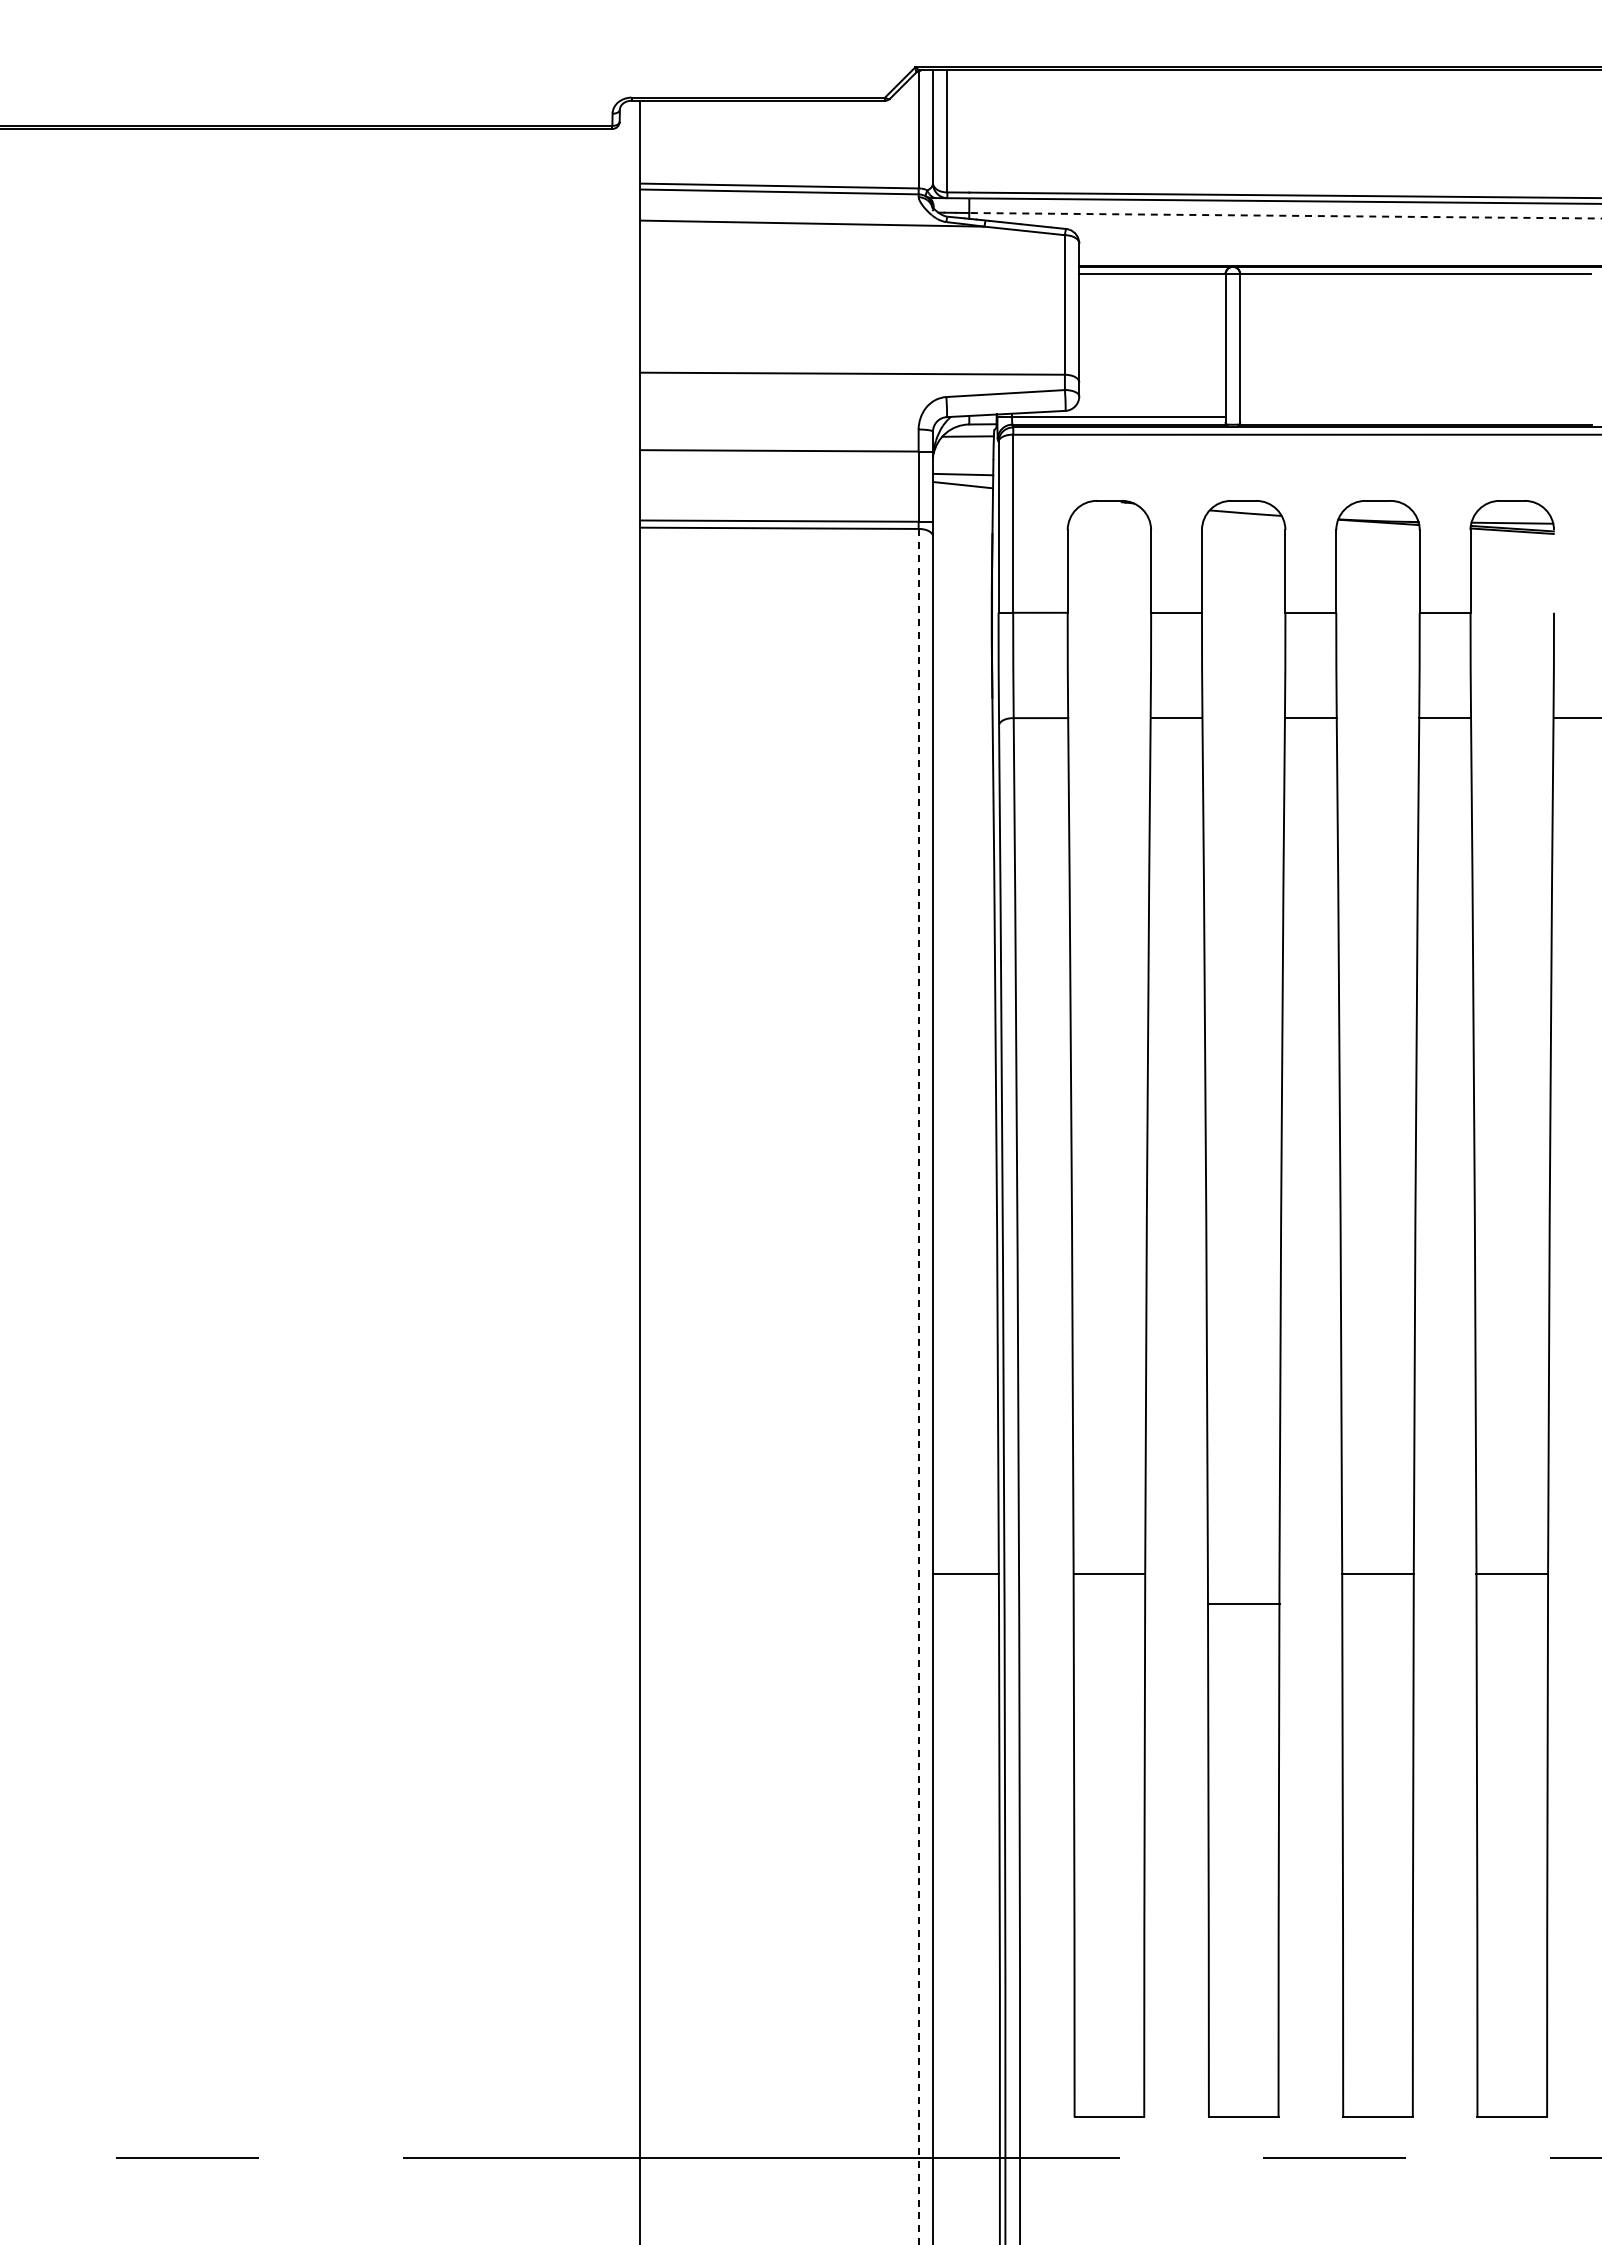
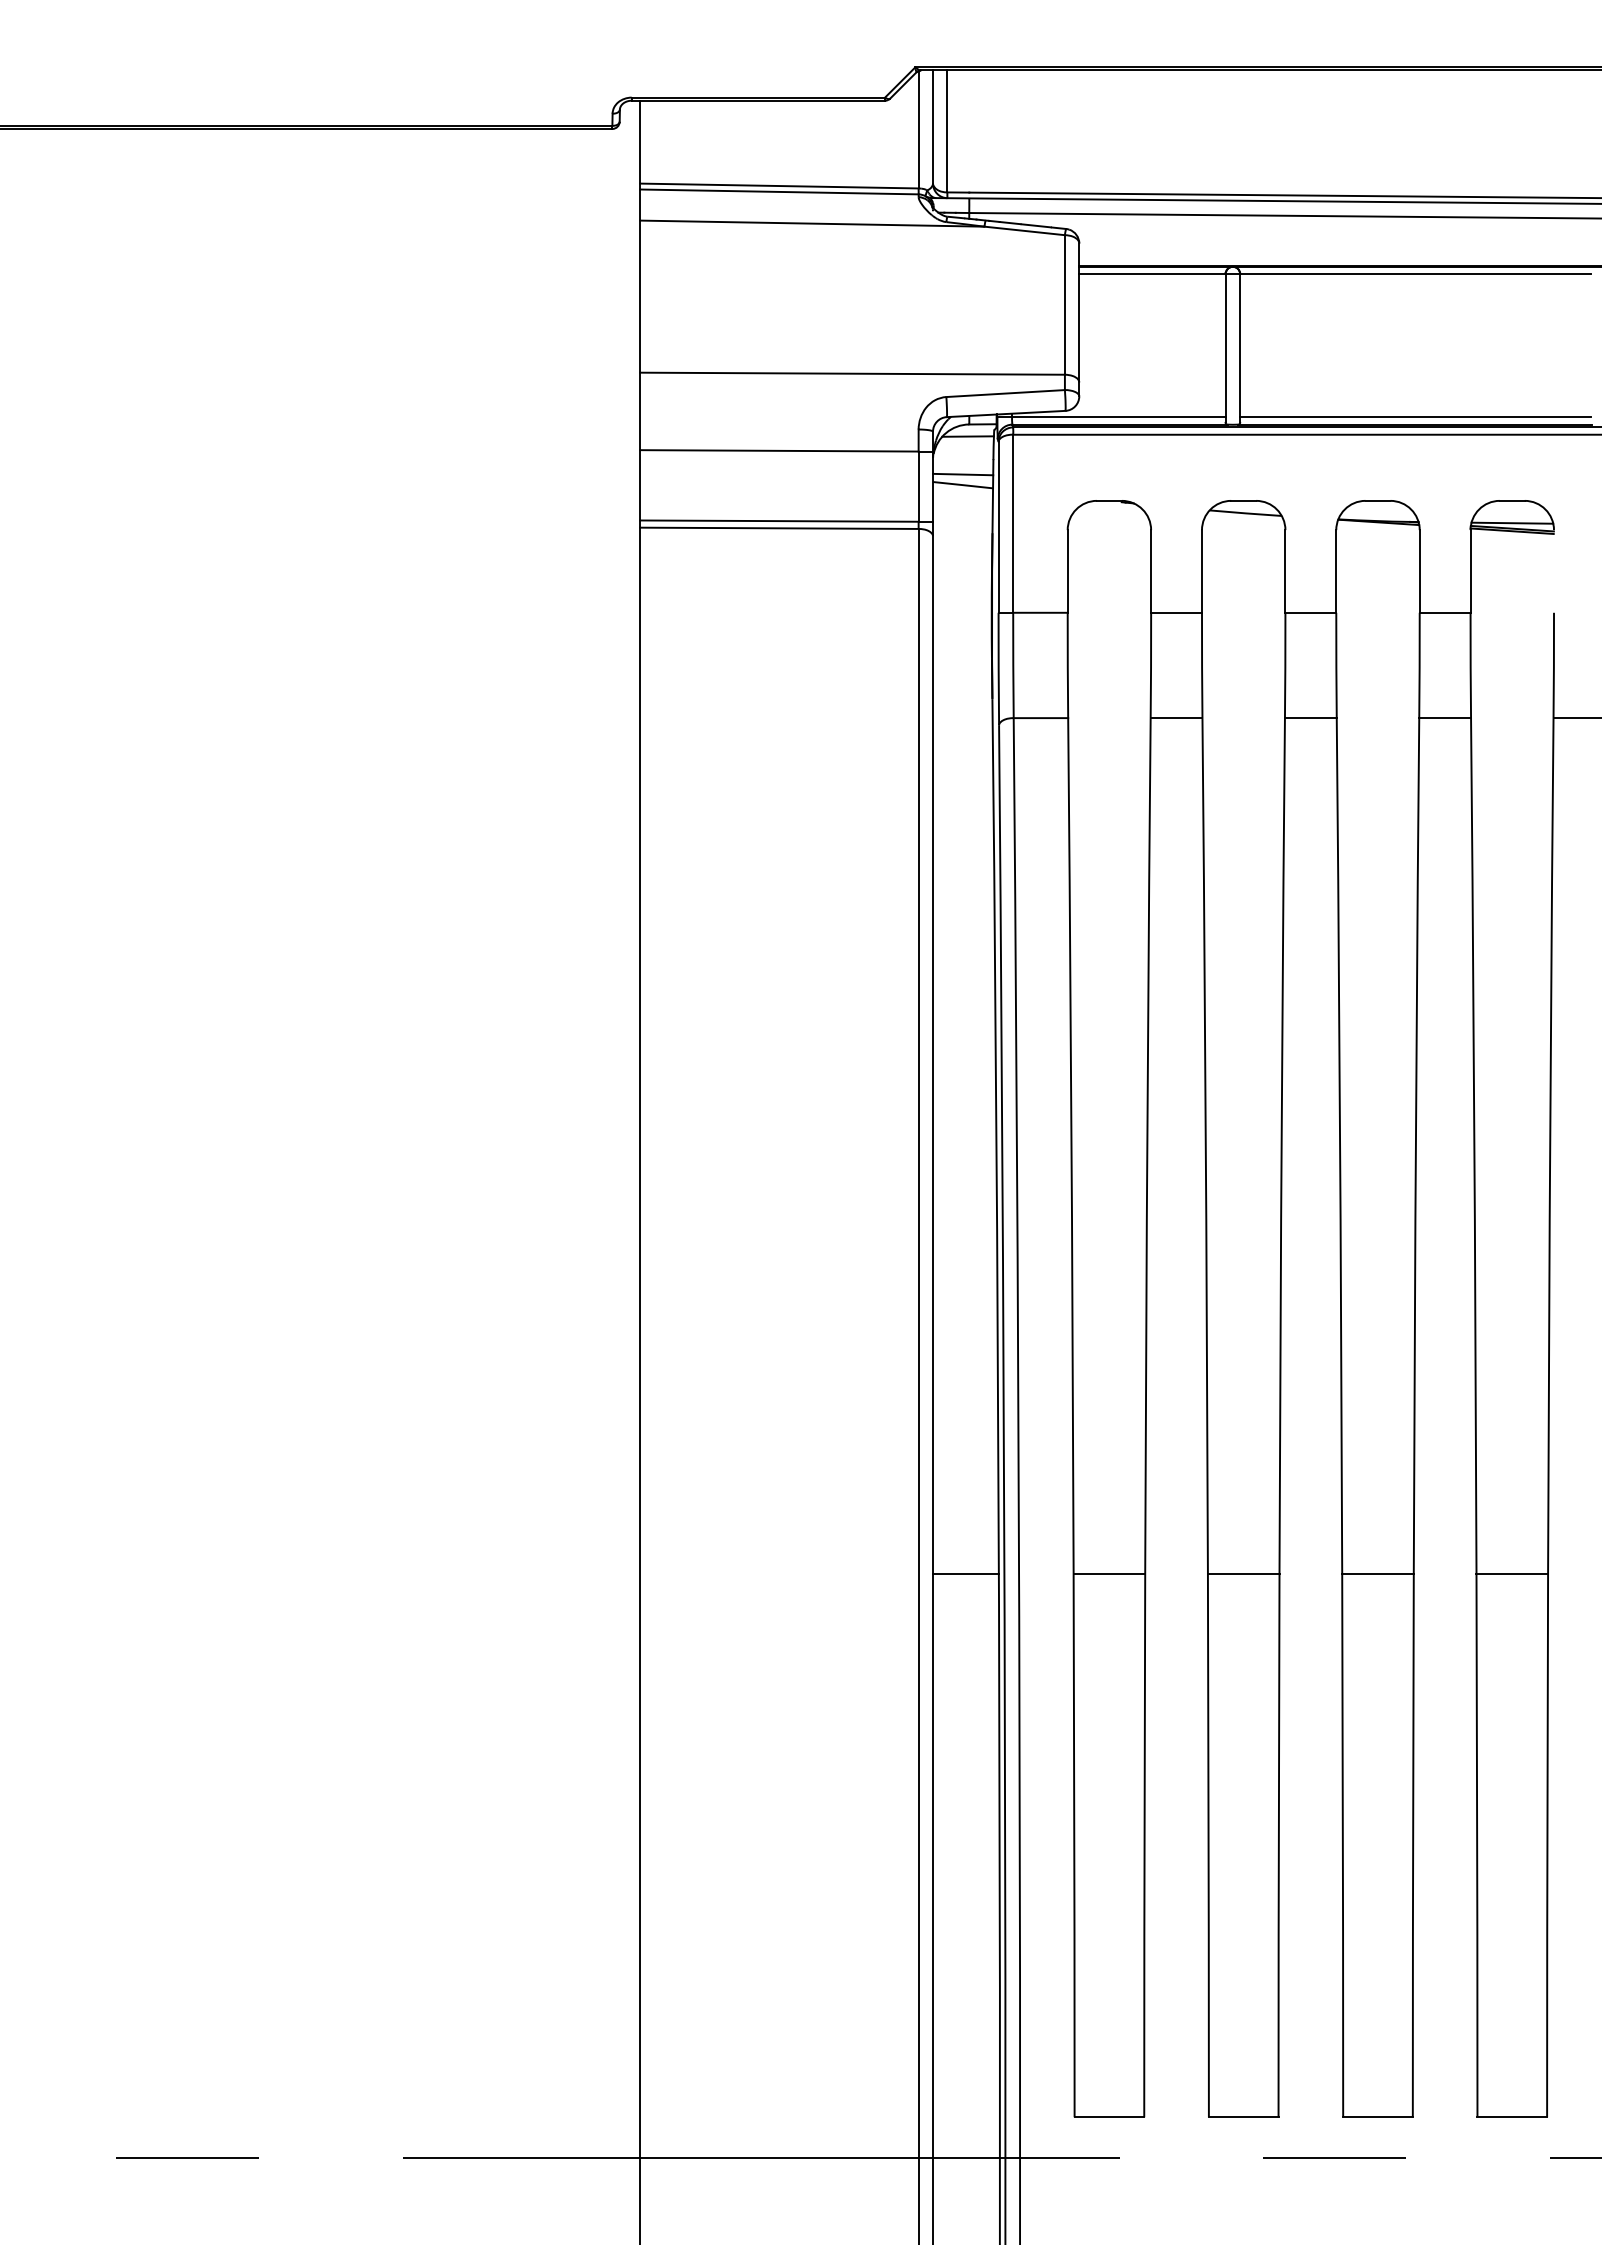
line at (1285, 215): dashed -> solid
line at (1415, 417): none -> present
line at (918, 1386): dashed -> solid
line at (1243, 1603) position: (1243, 1603) -> (1243, 1573)
